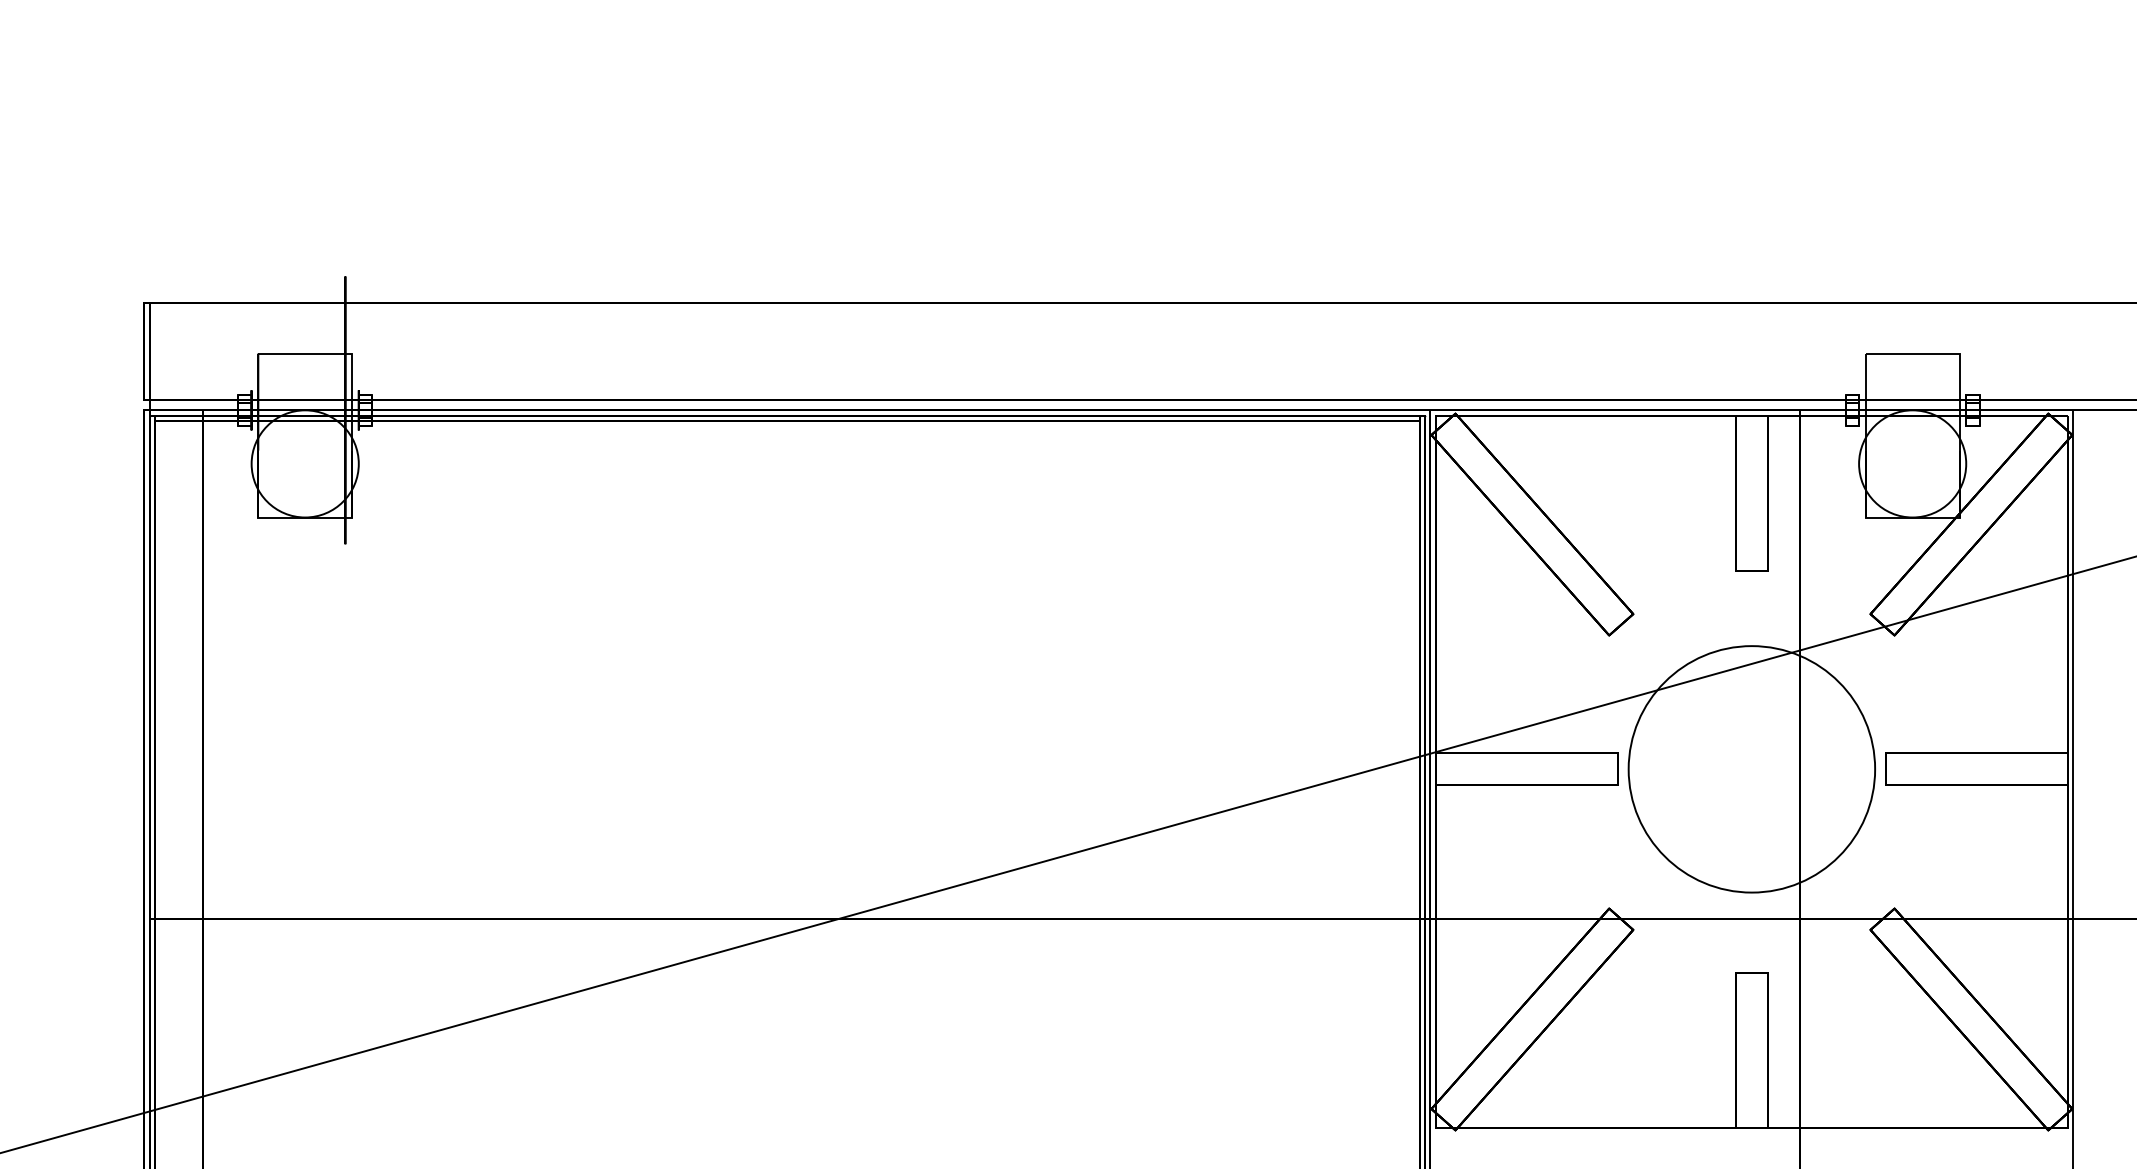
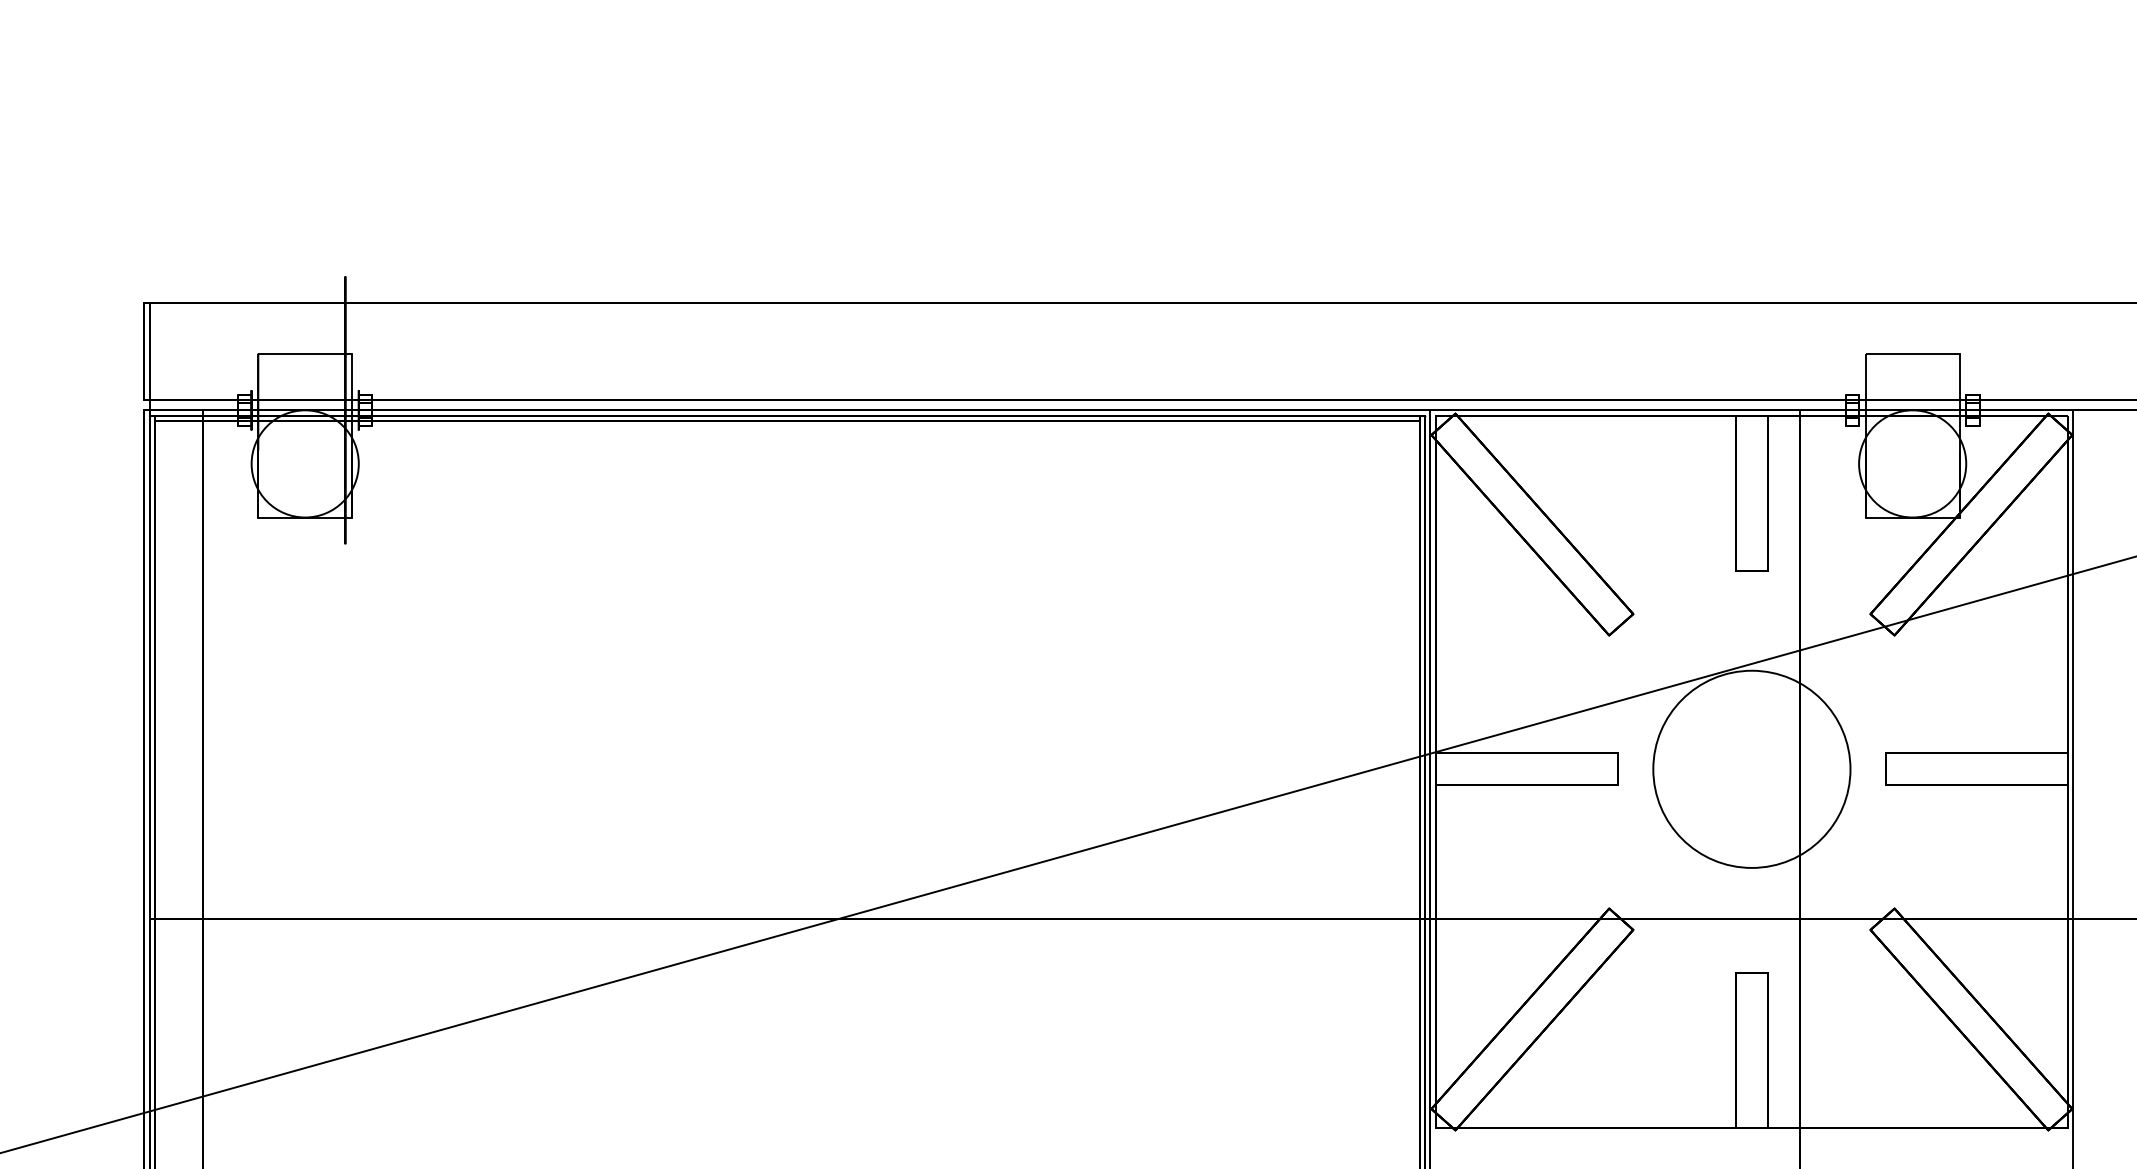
circle at (1751, 769) diameter: 246 px -> 197 px
